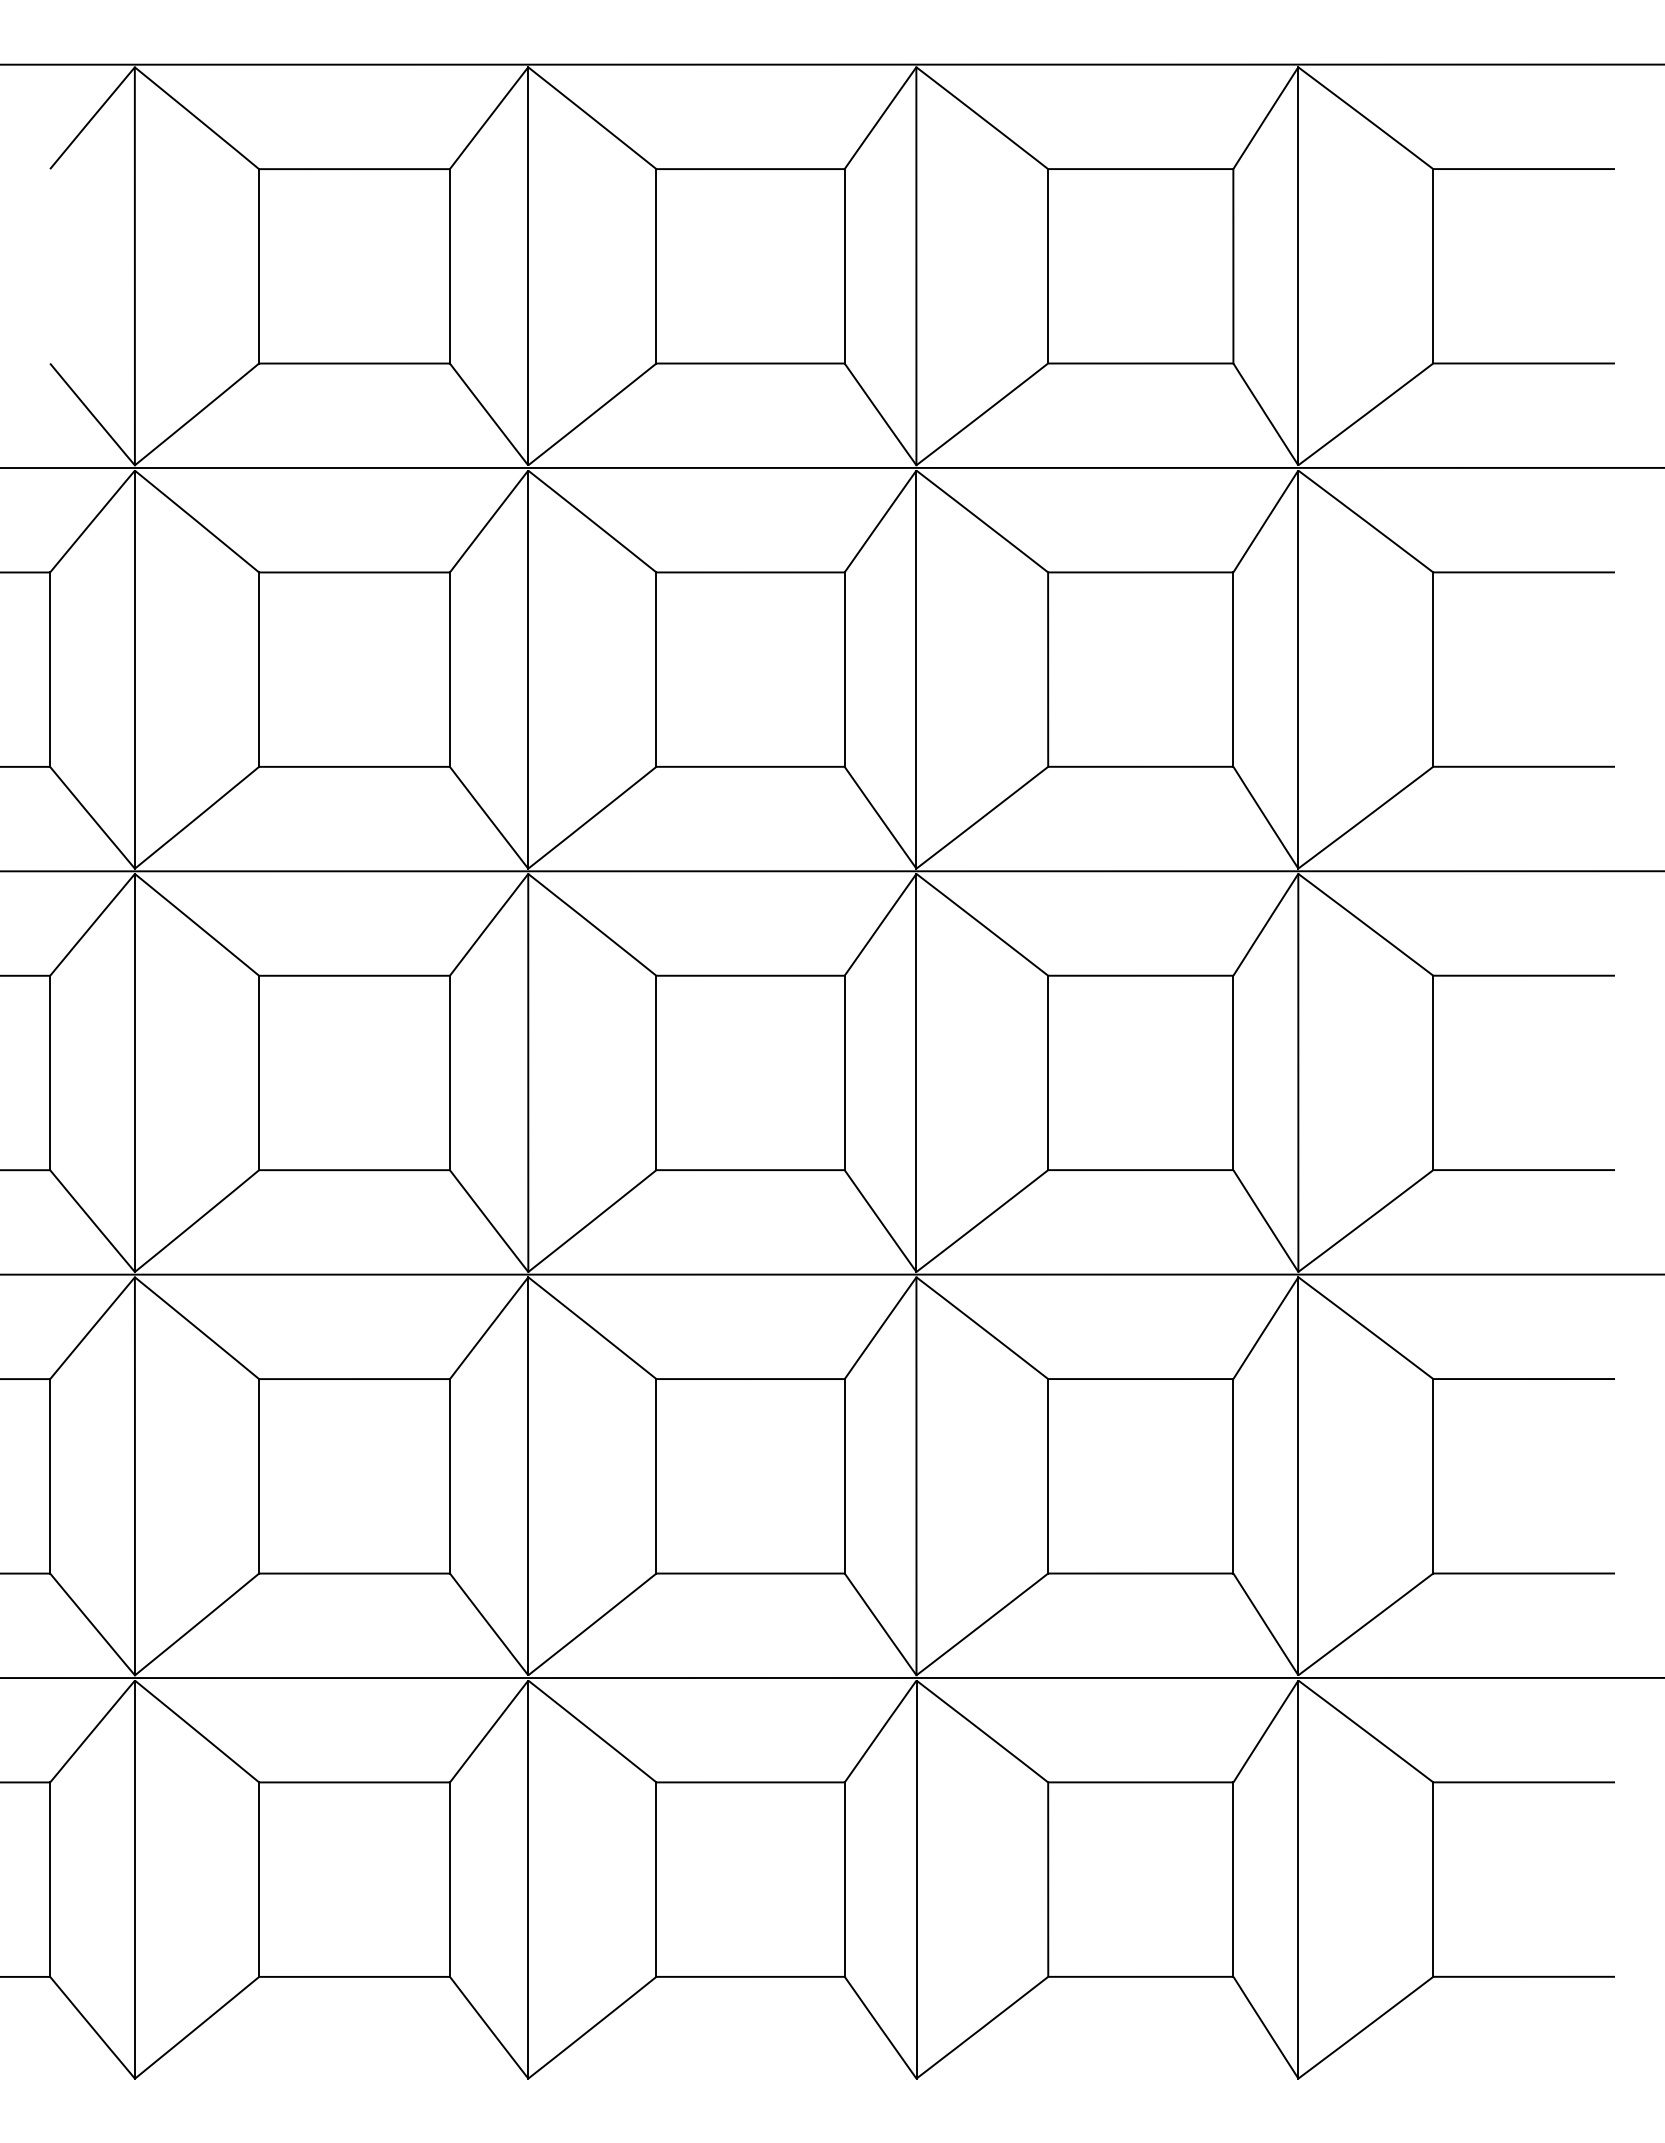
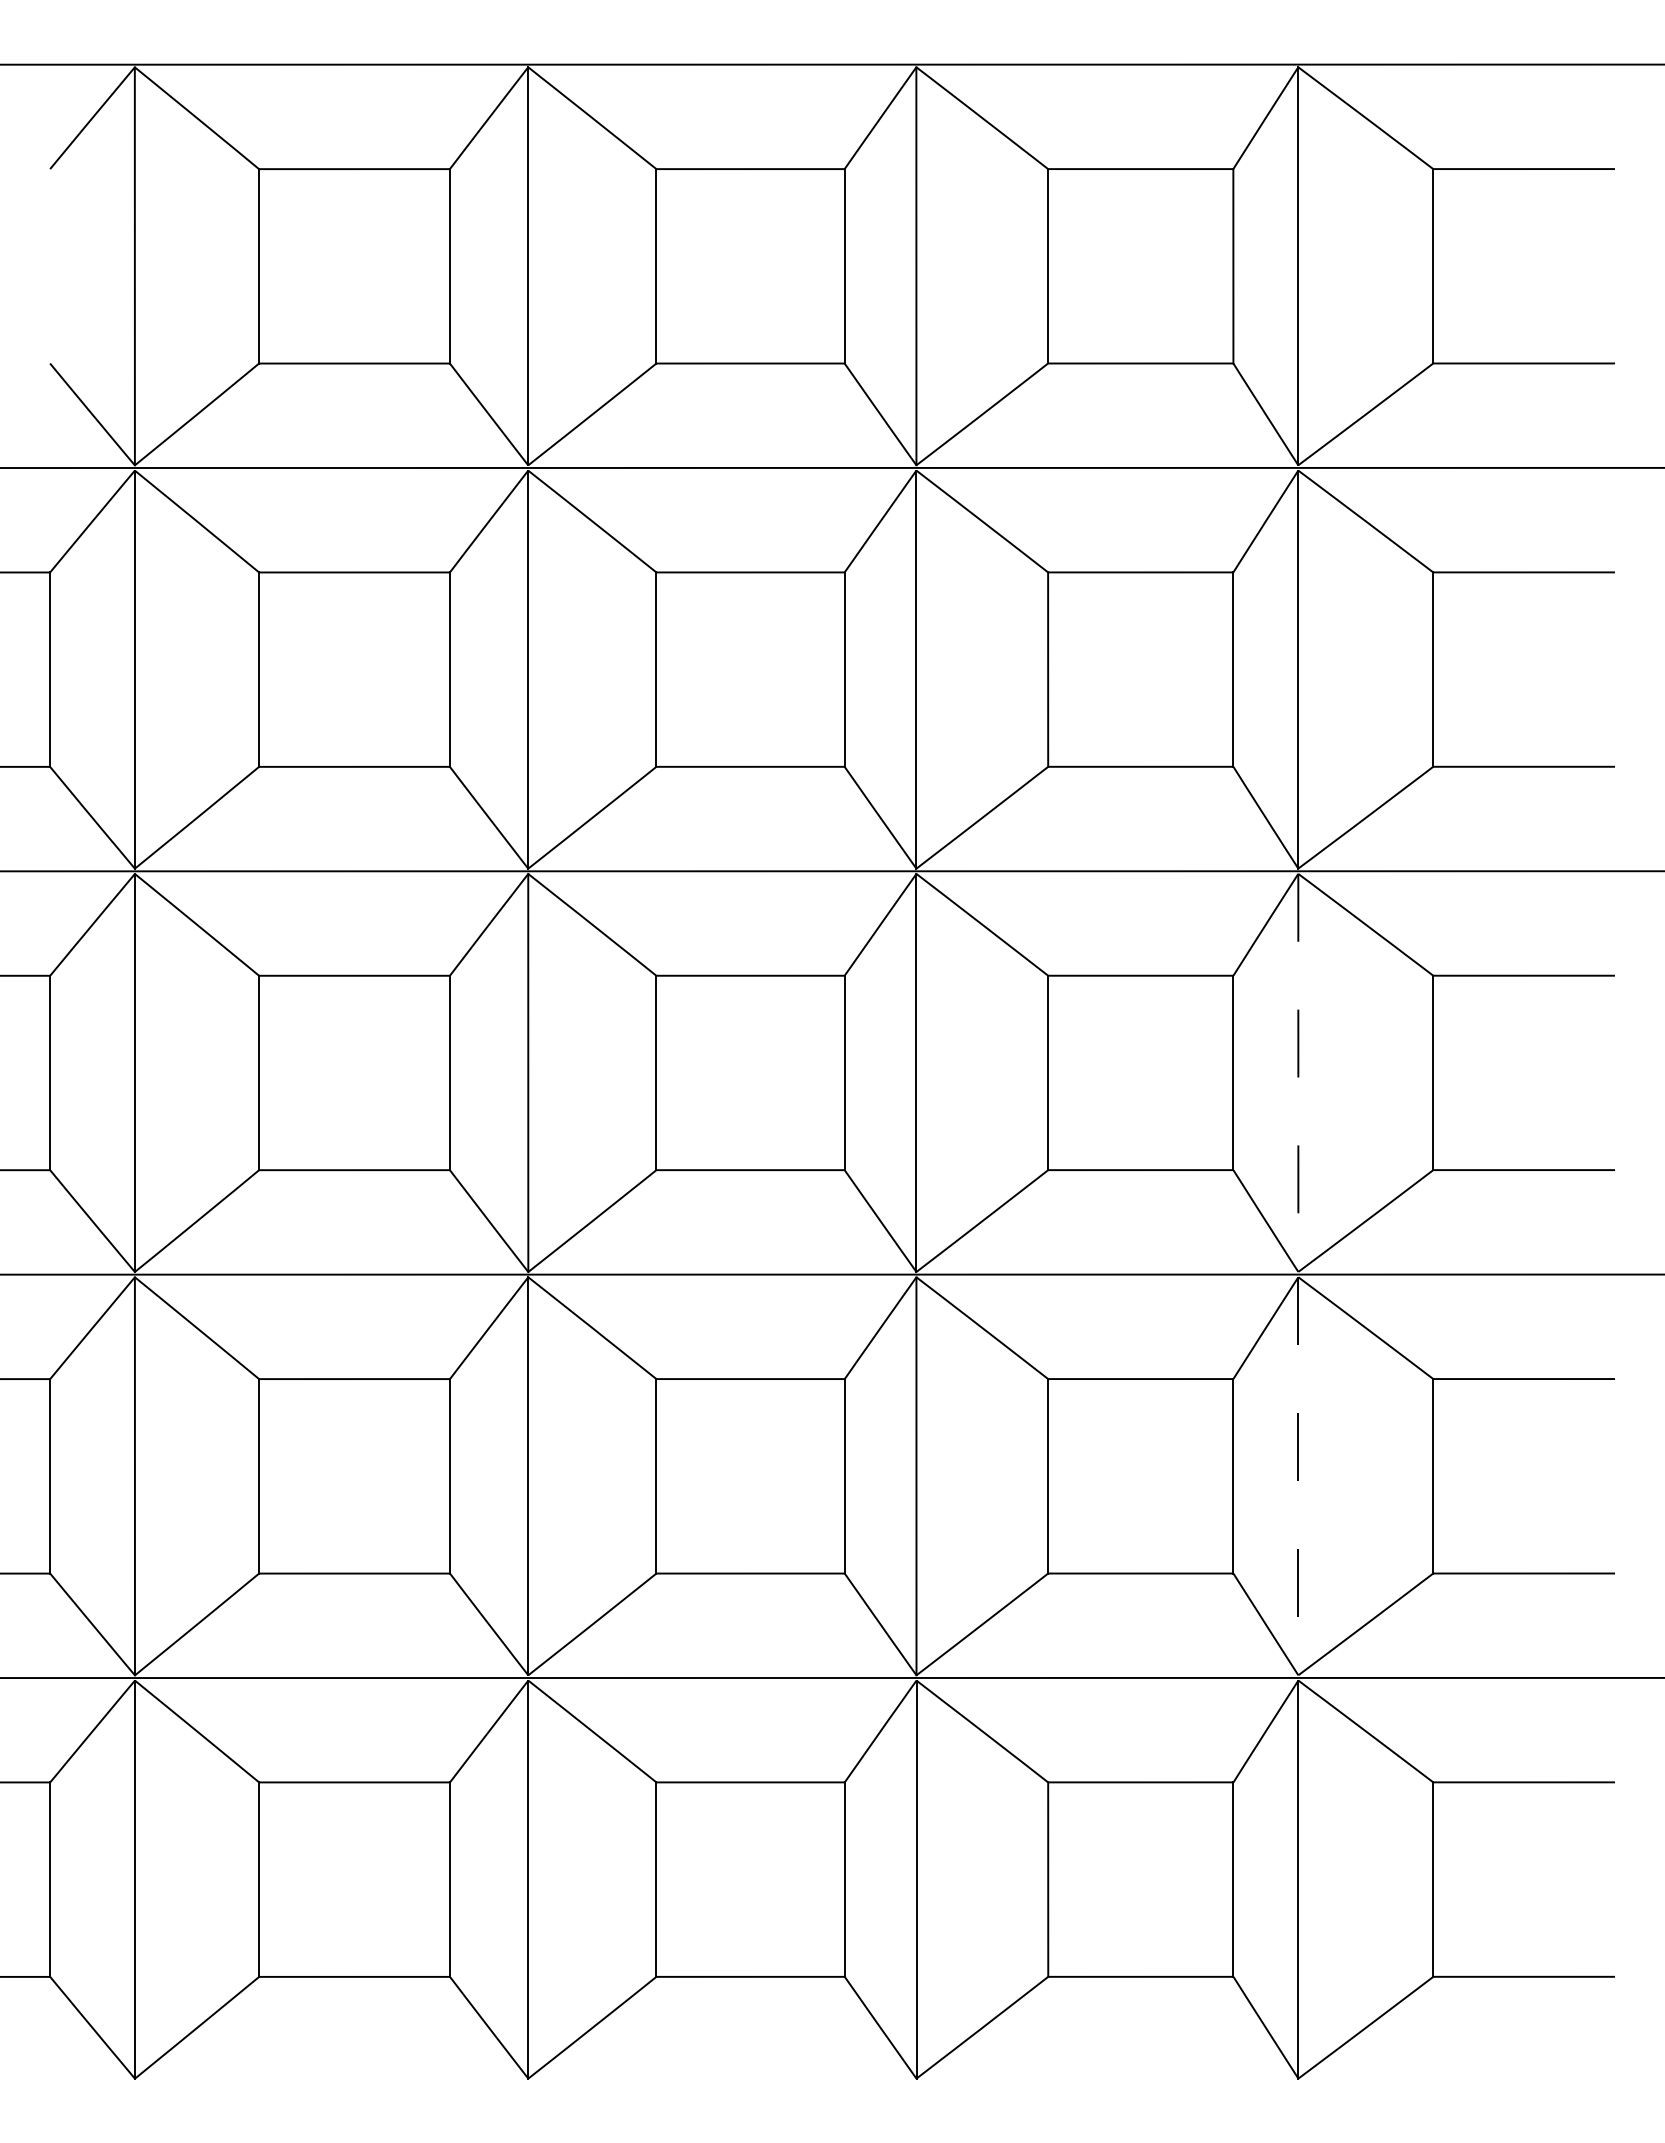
line at (1298, 1073): solid -> dashed
line at (1298, 1476): solid -> dashed
